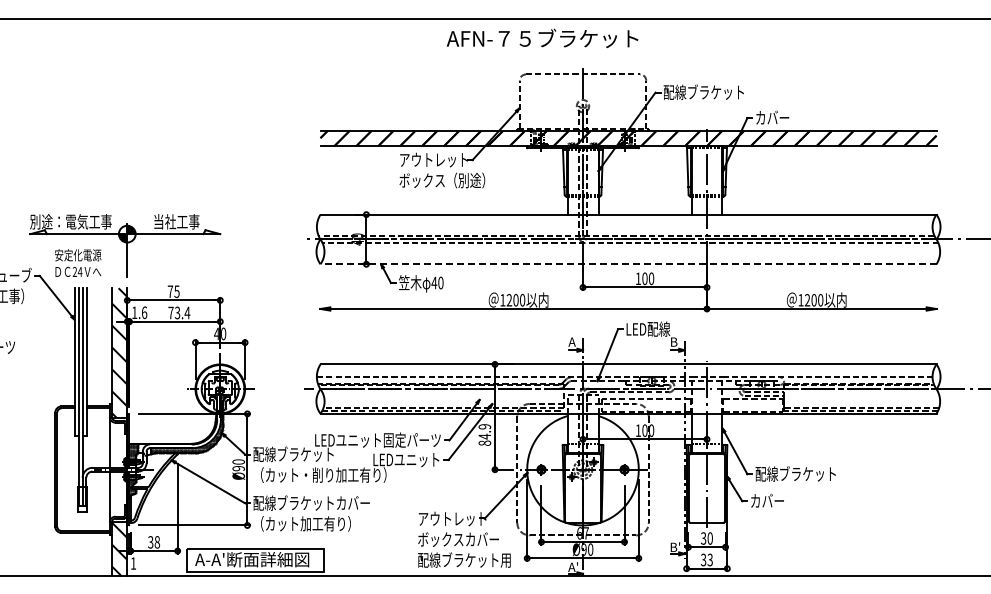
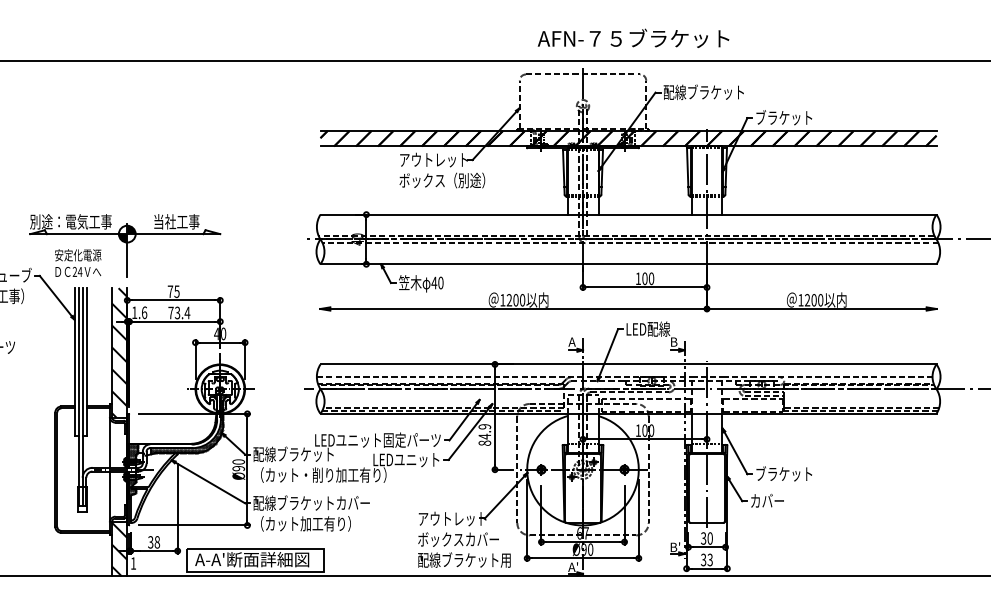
line at (494, 19) position: (494, 19) -> (494, 61)
text at (542, 37) position: (542, 37) -> (633, 37)
text at (784, 117): カバー -> ブラケット
line at (628, 264): dashed -> solid
text at (795, 473): 配線ブラケット -> ブラケット
